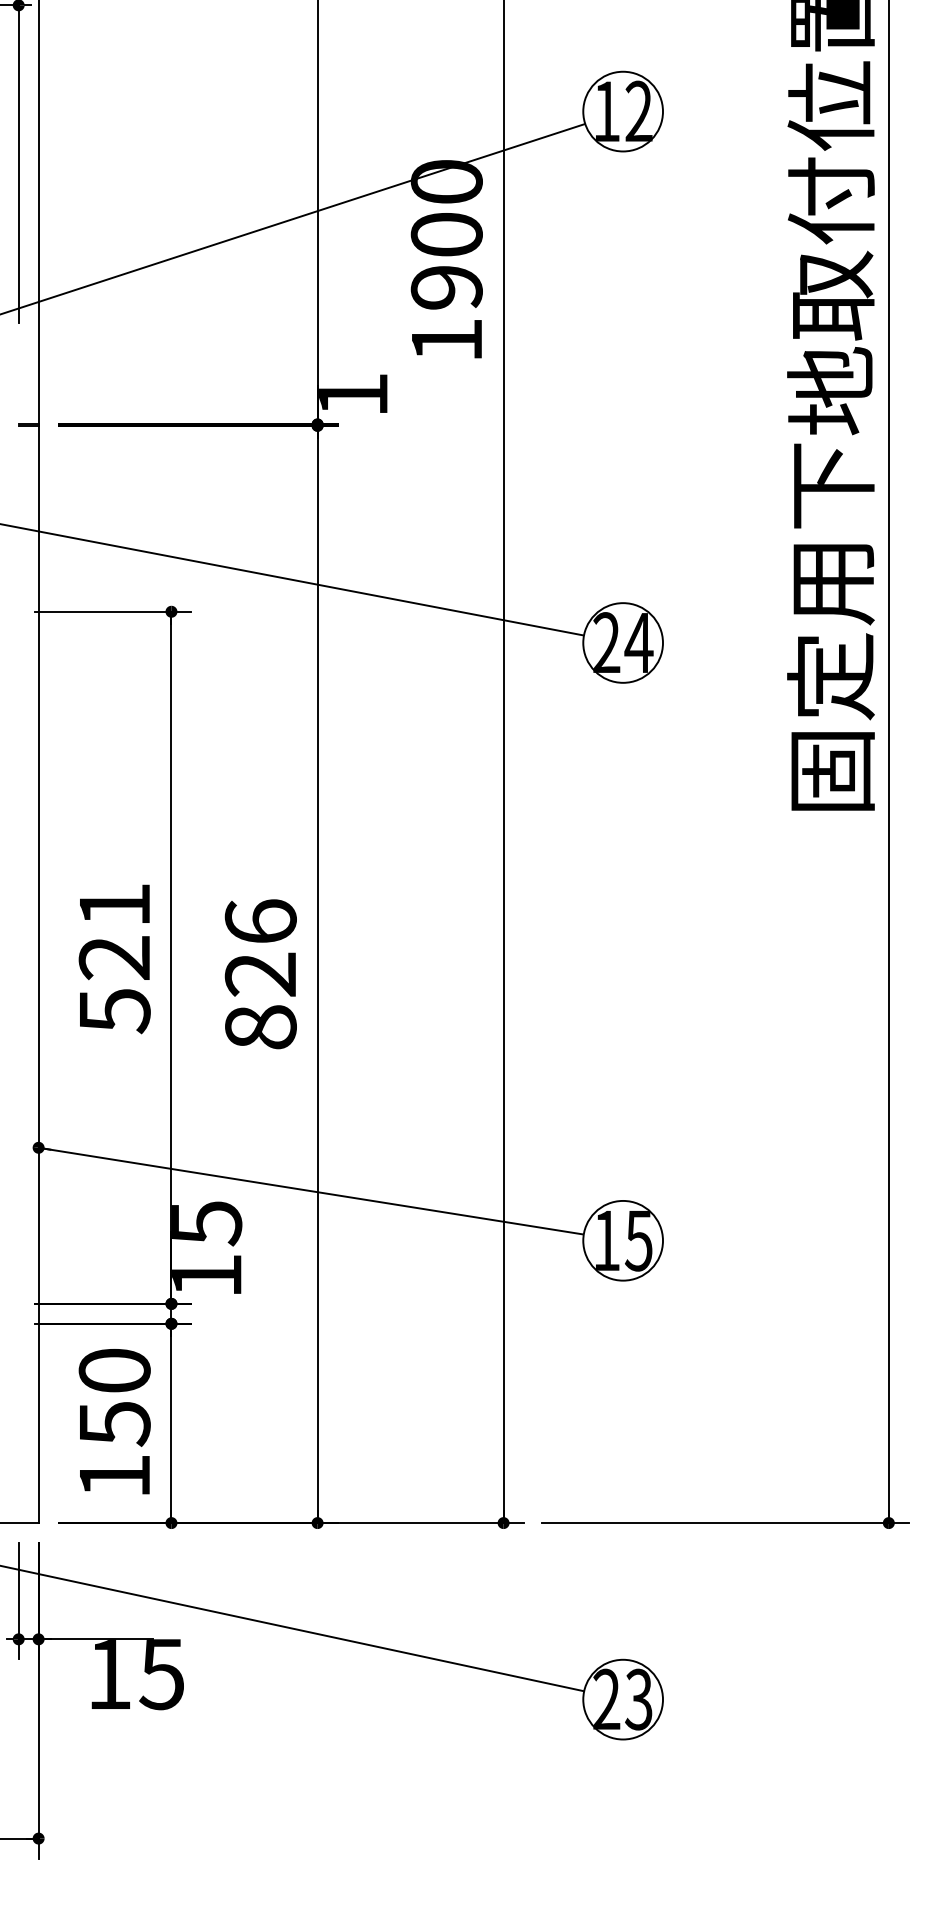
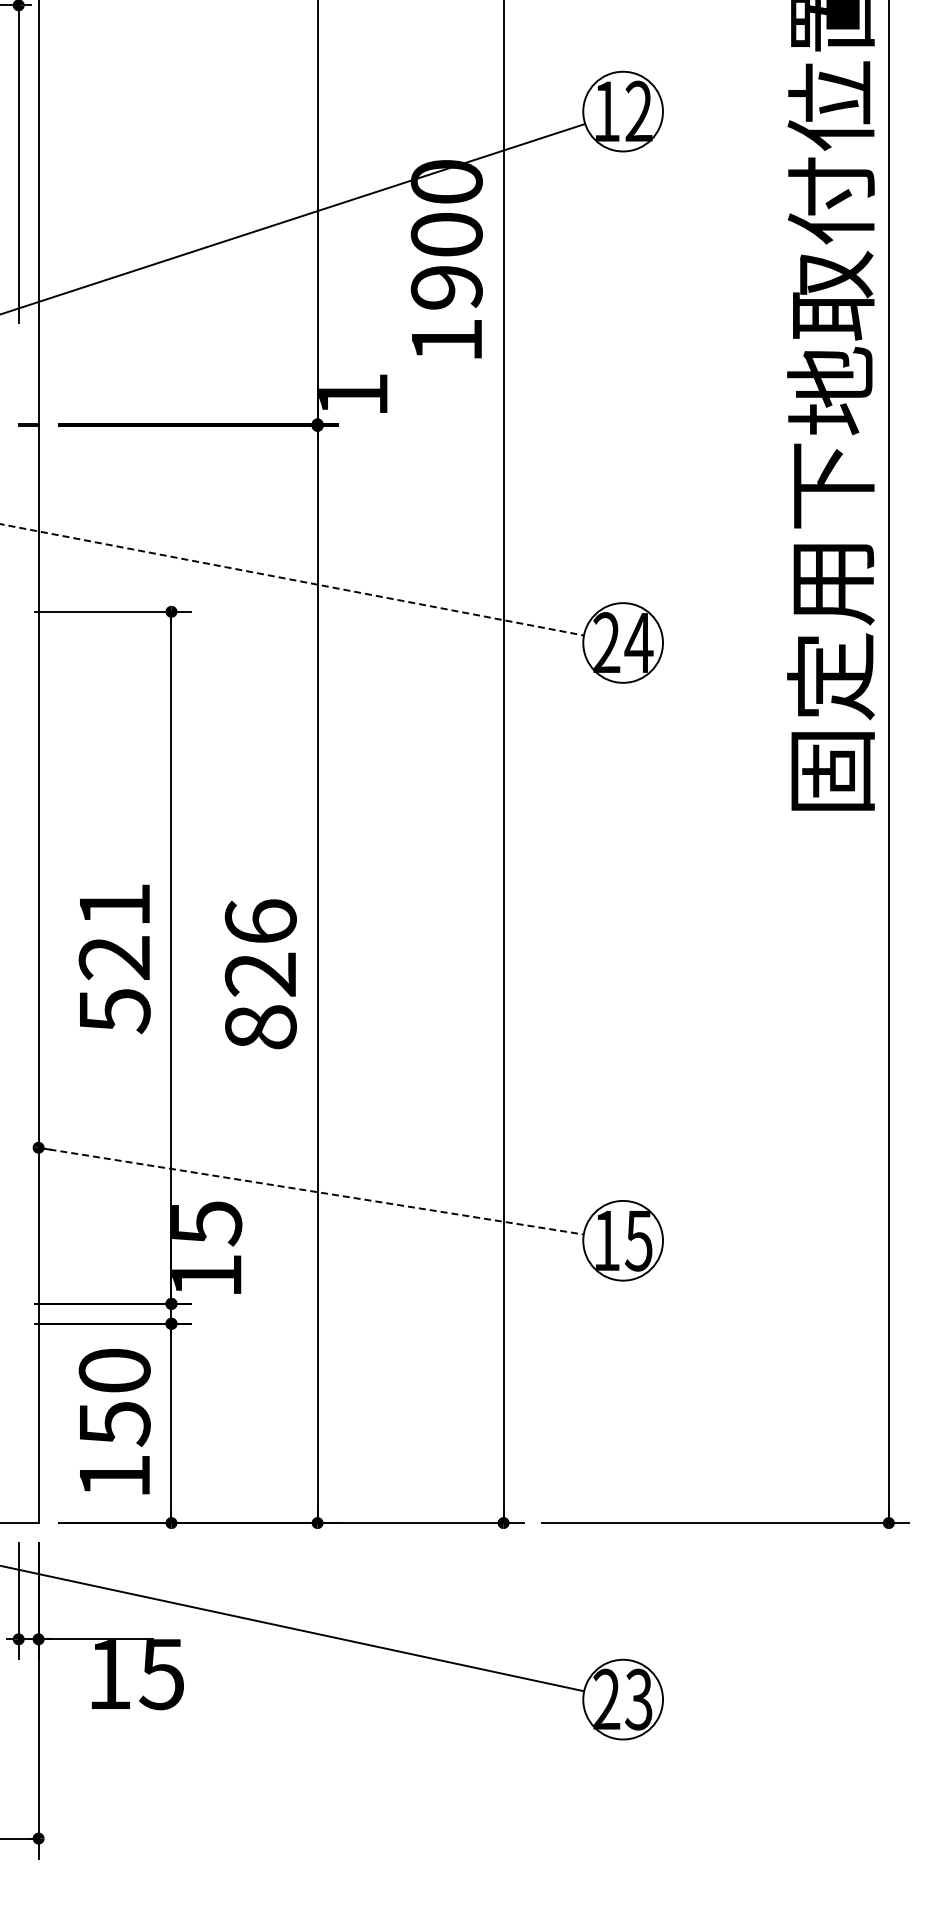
line at (292, 579): solid -> dashed
line at (311, 1191): solid -> dashed
